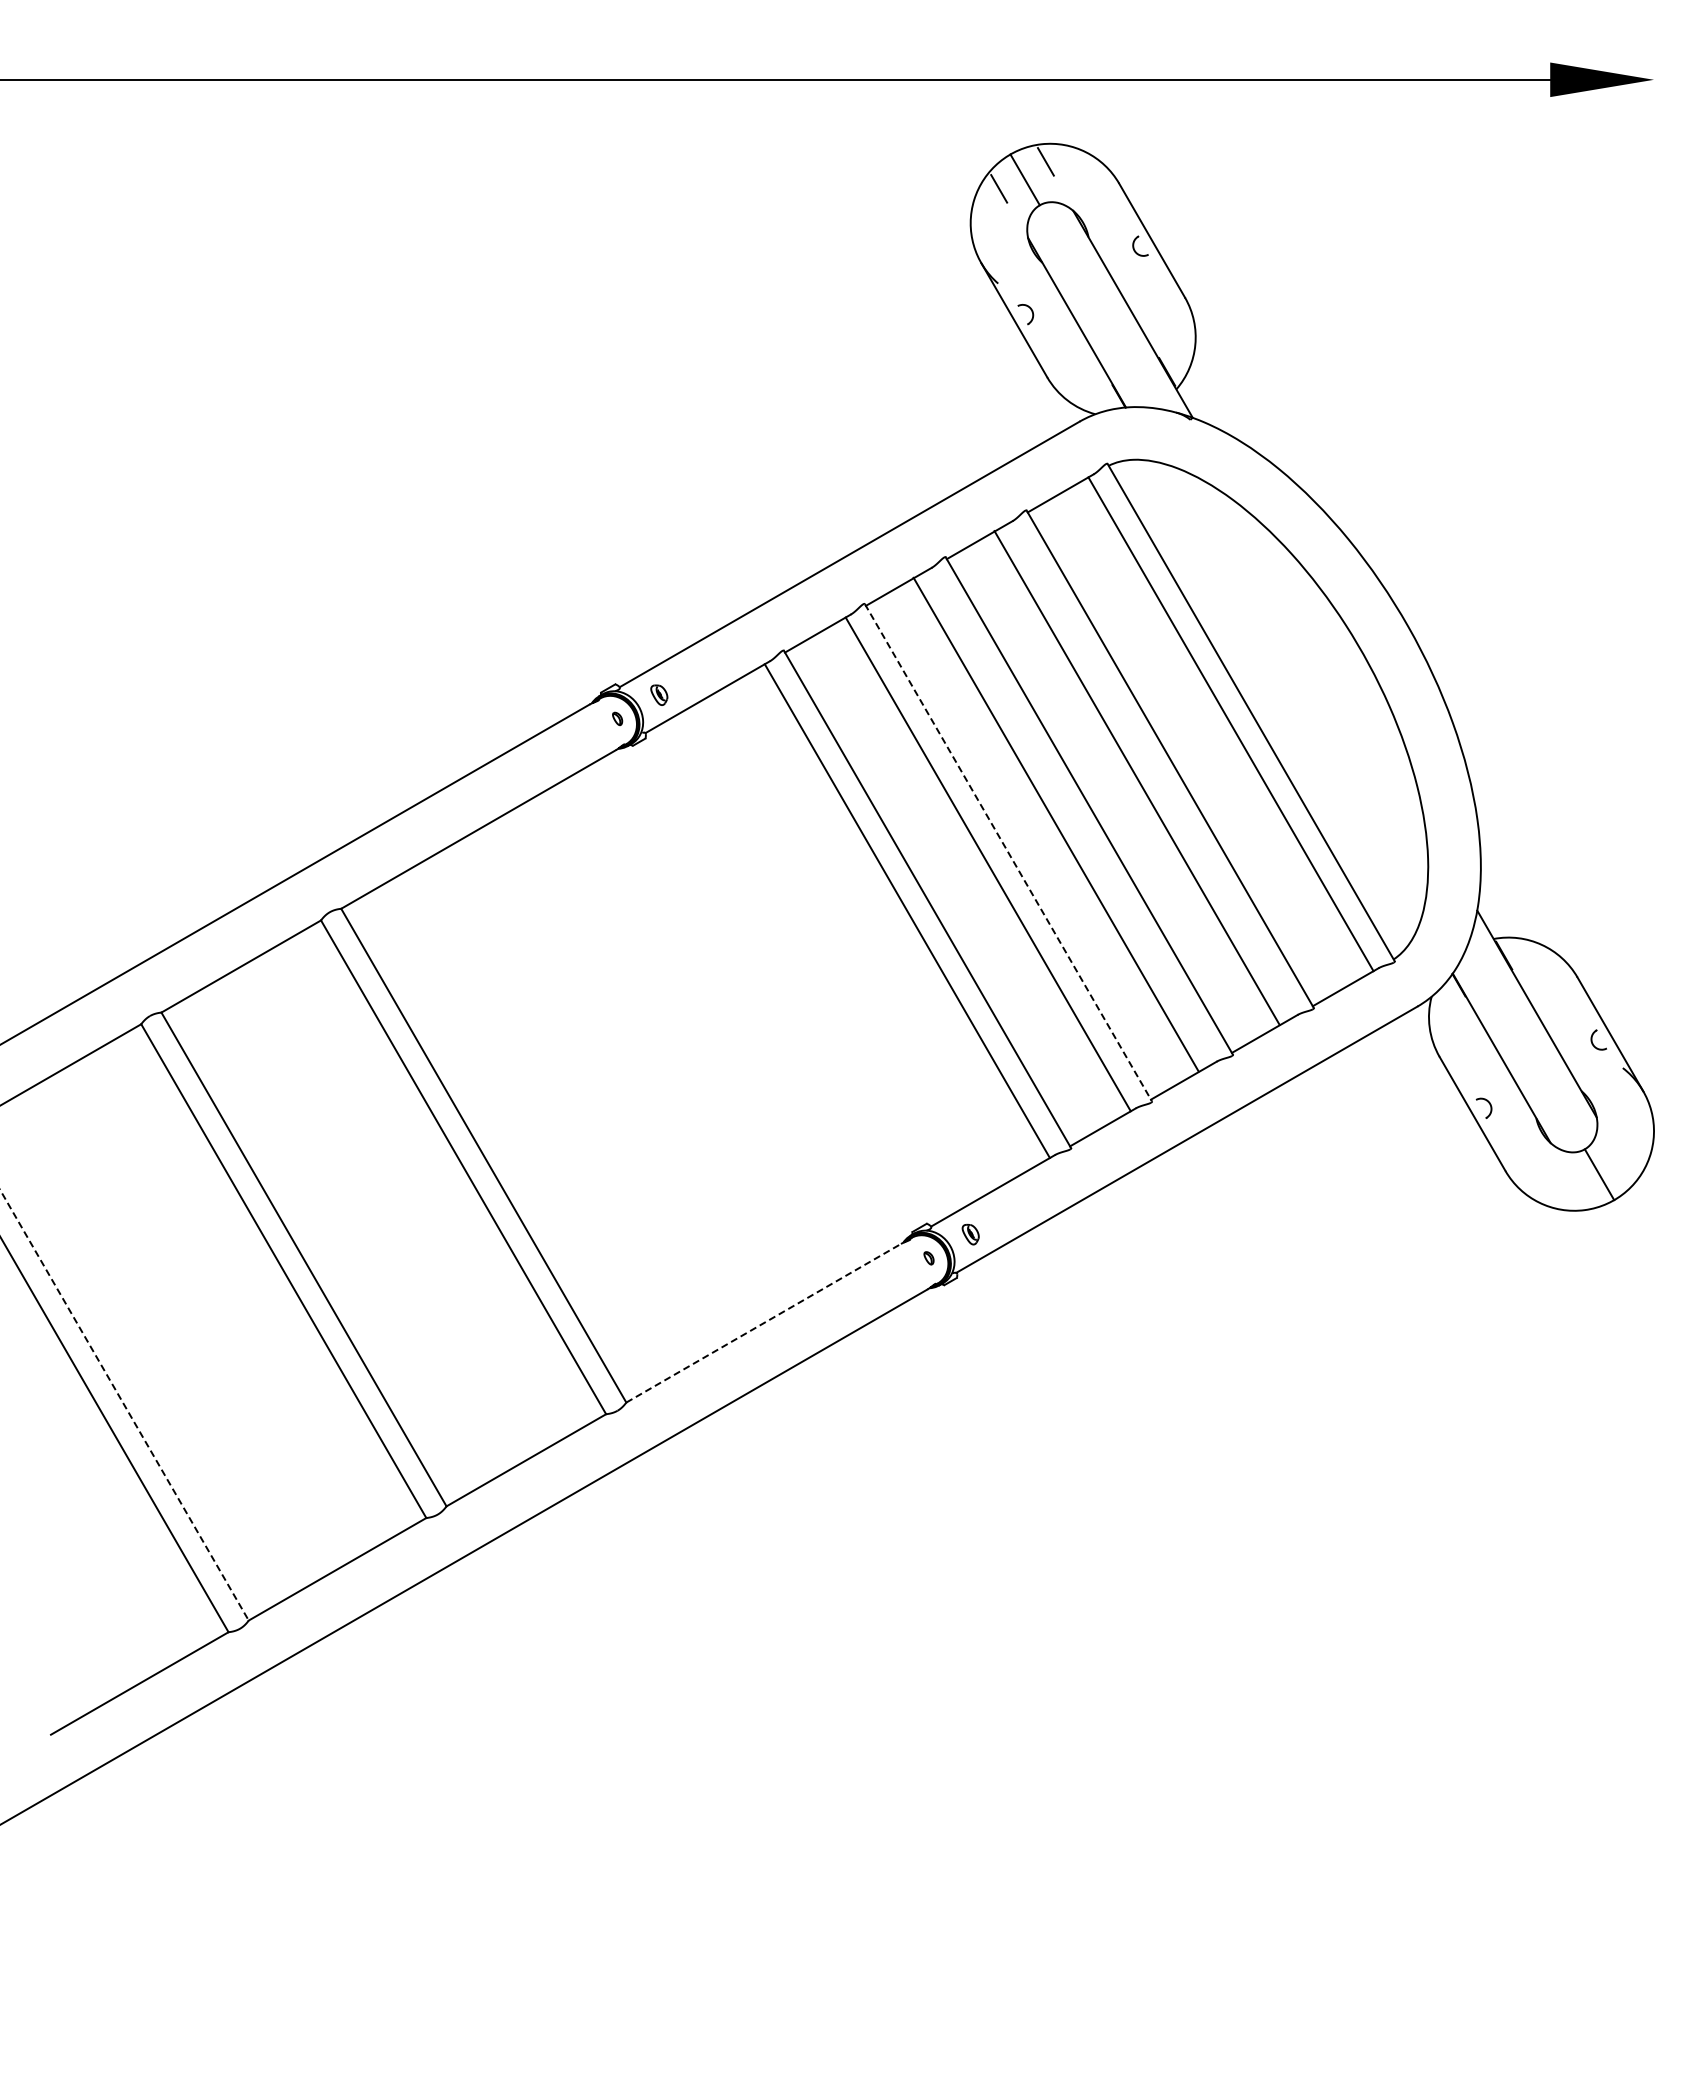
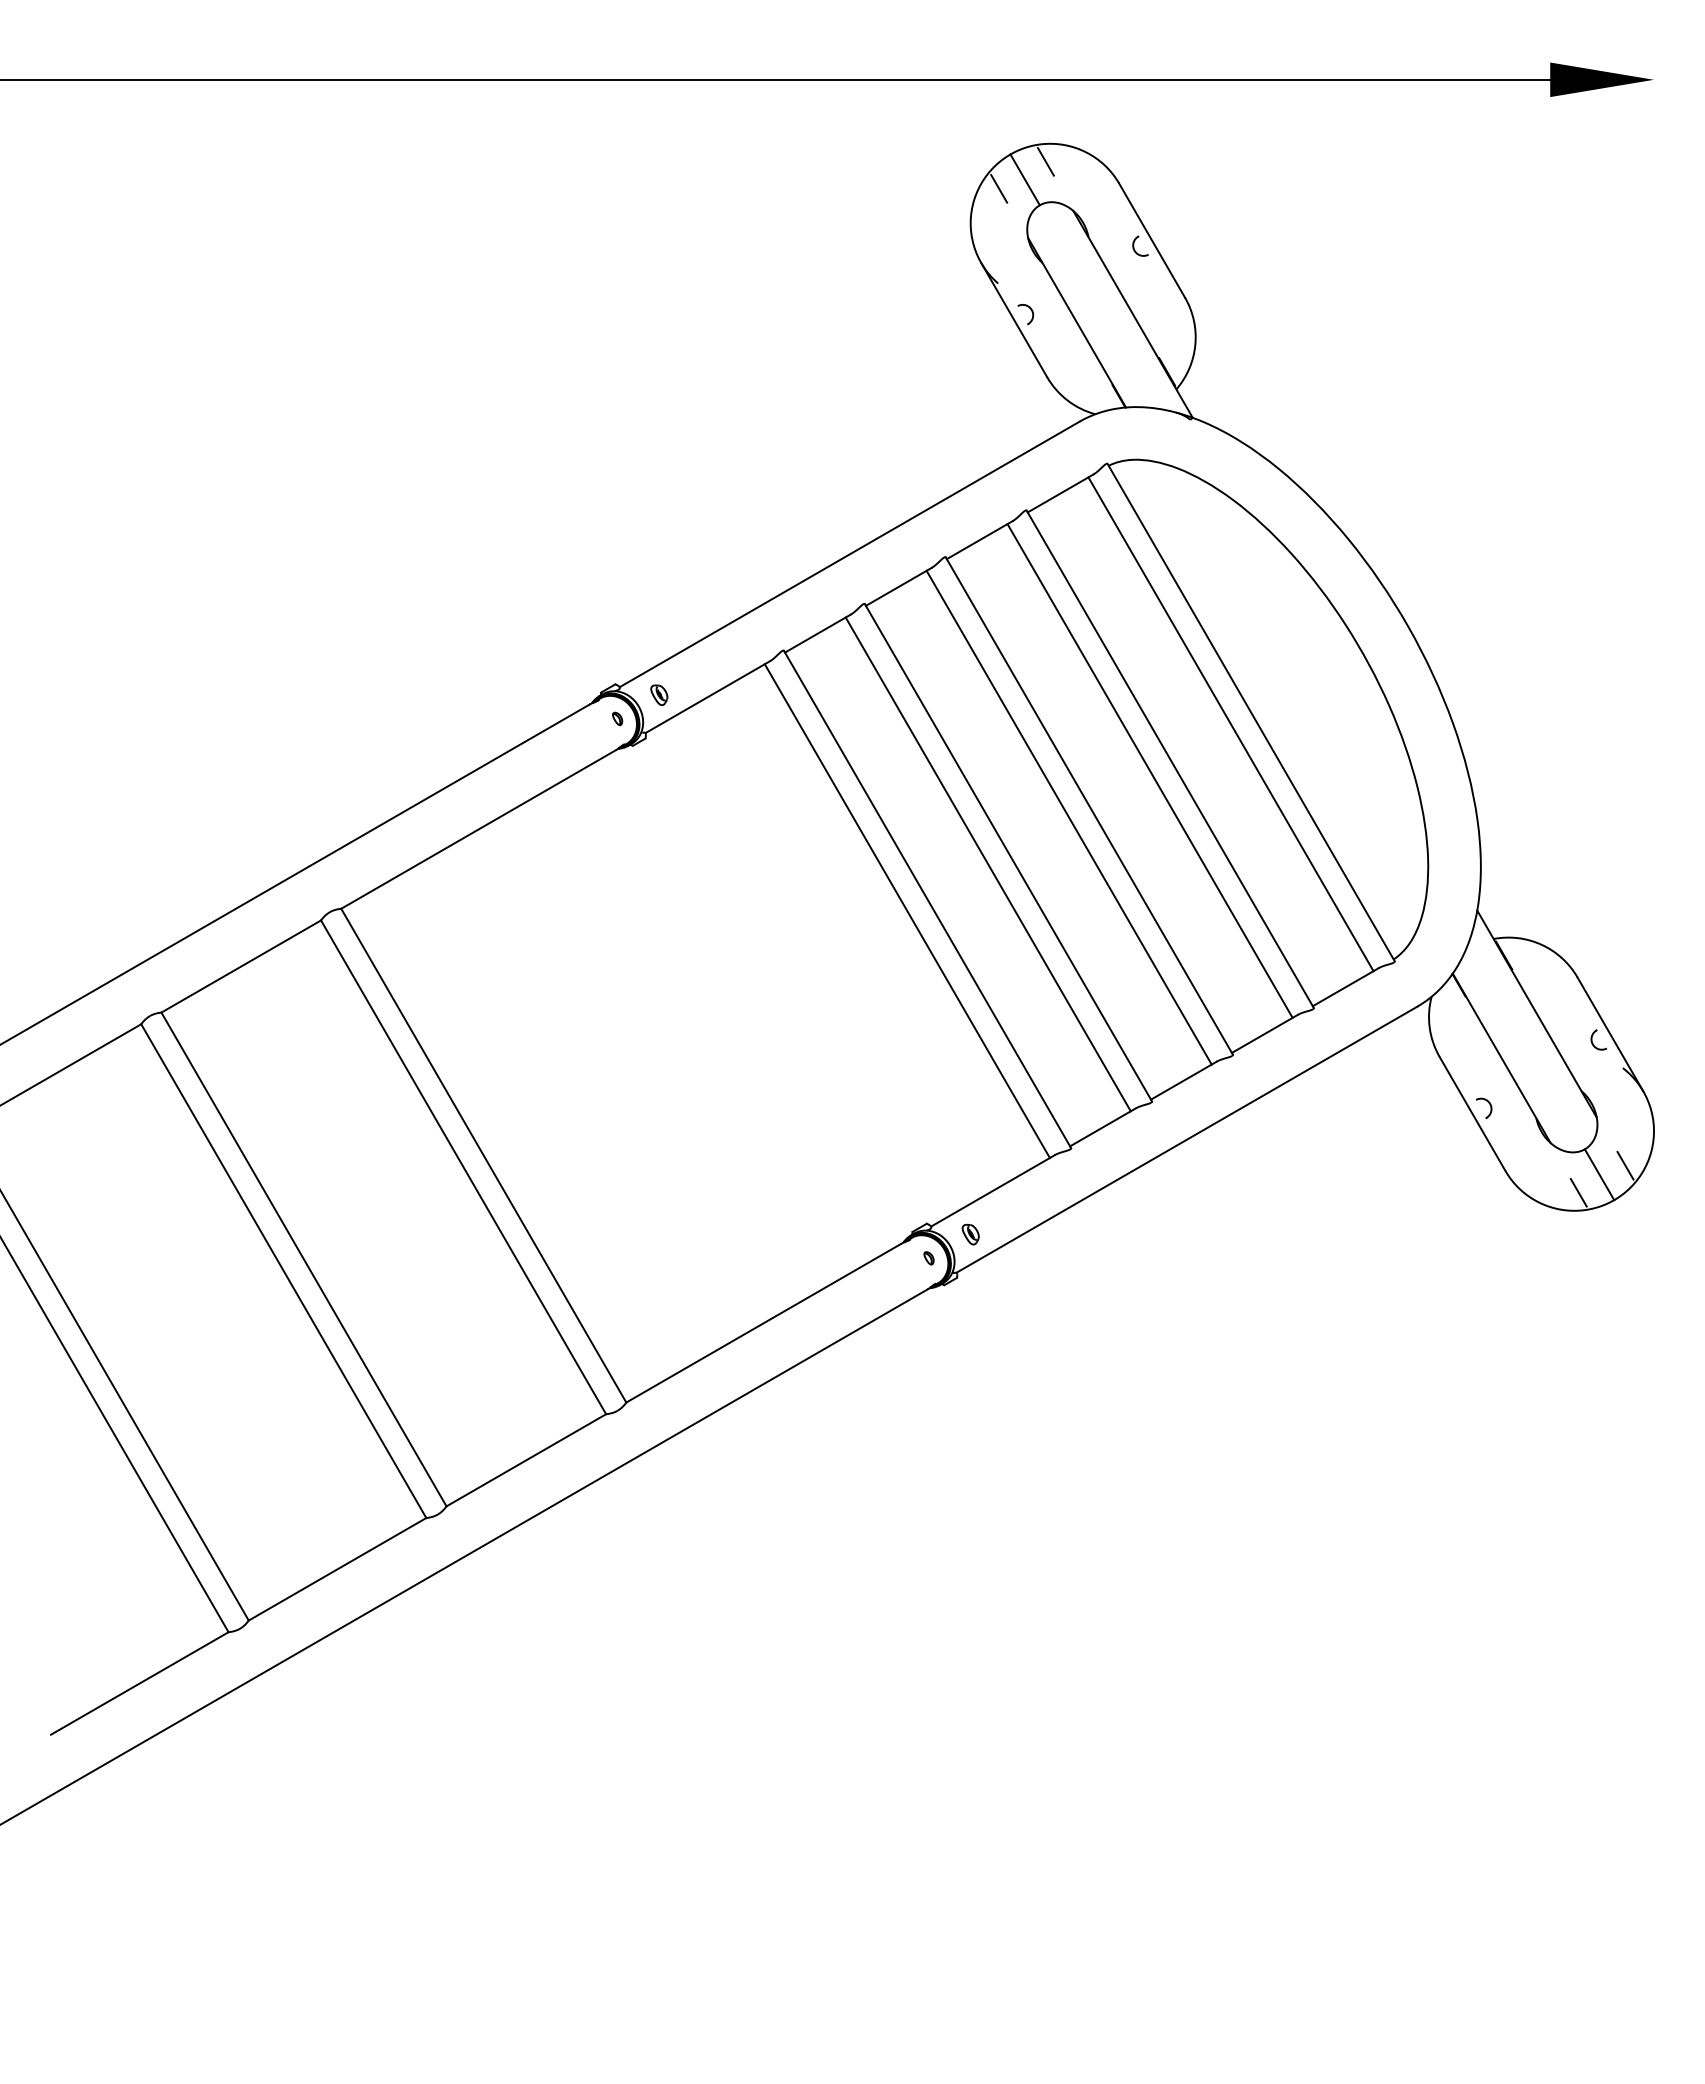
line at (1136, 777) position: (1136, 777) -> (1149, 770)
line at (1055, 824) position: (1055, 824) -> (1068, 817)
line at (1008, 853): dashed -> solid
line at (1625, 1165): none -> present
line at (1578, 1192): none -> present
line at (763, 1323): dashed -> solid
line at (124, 1405): dashed -> solid
